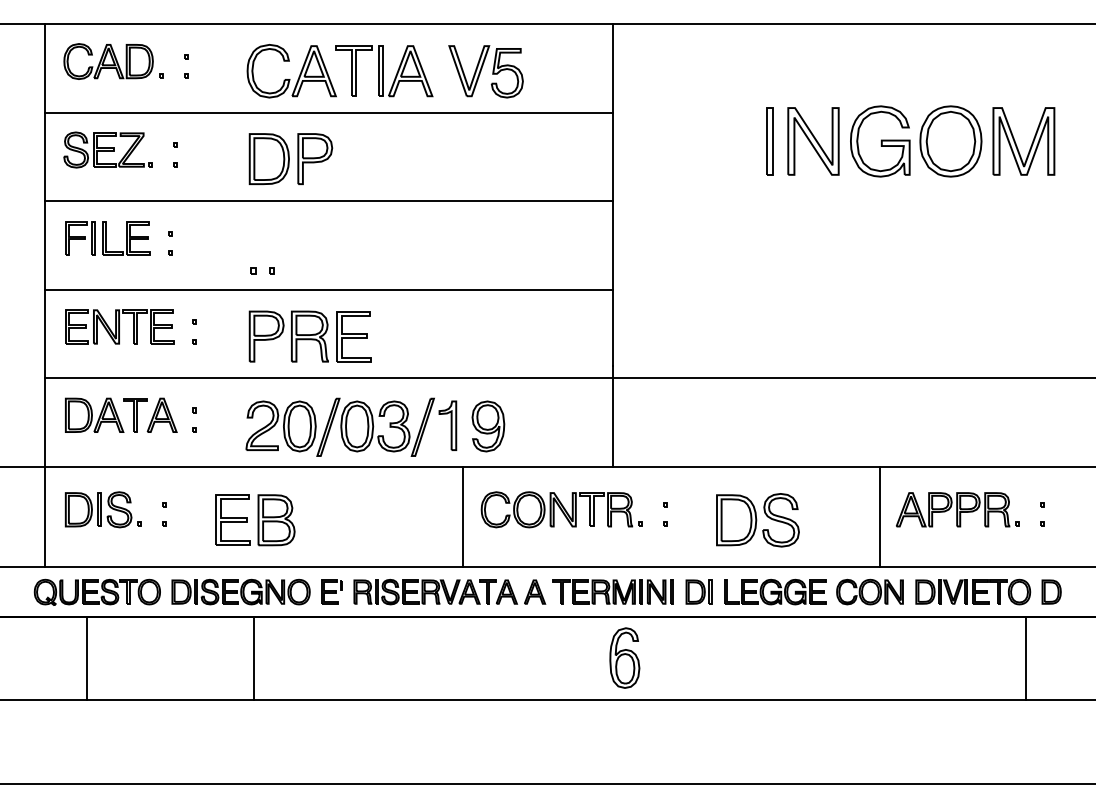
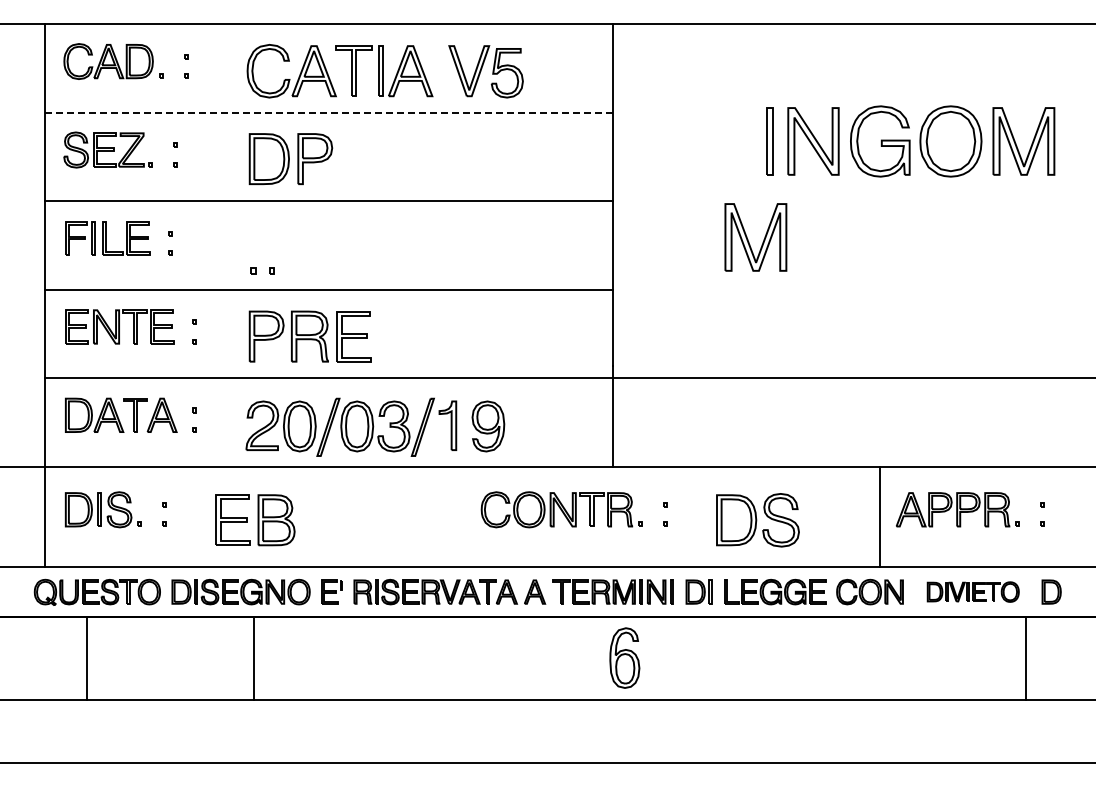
line at (329, 112): solid -> dashed
part at (749, 241): none -> present
line at (462, 516): present -> none
part at (973, 591) size: 117x28 px -> 94x22 px
line at (547, 783) position: (547, 783) -> (547, 762)
